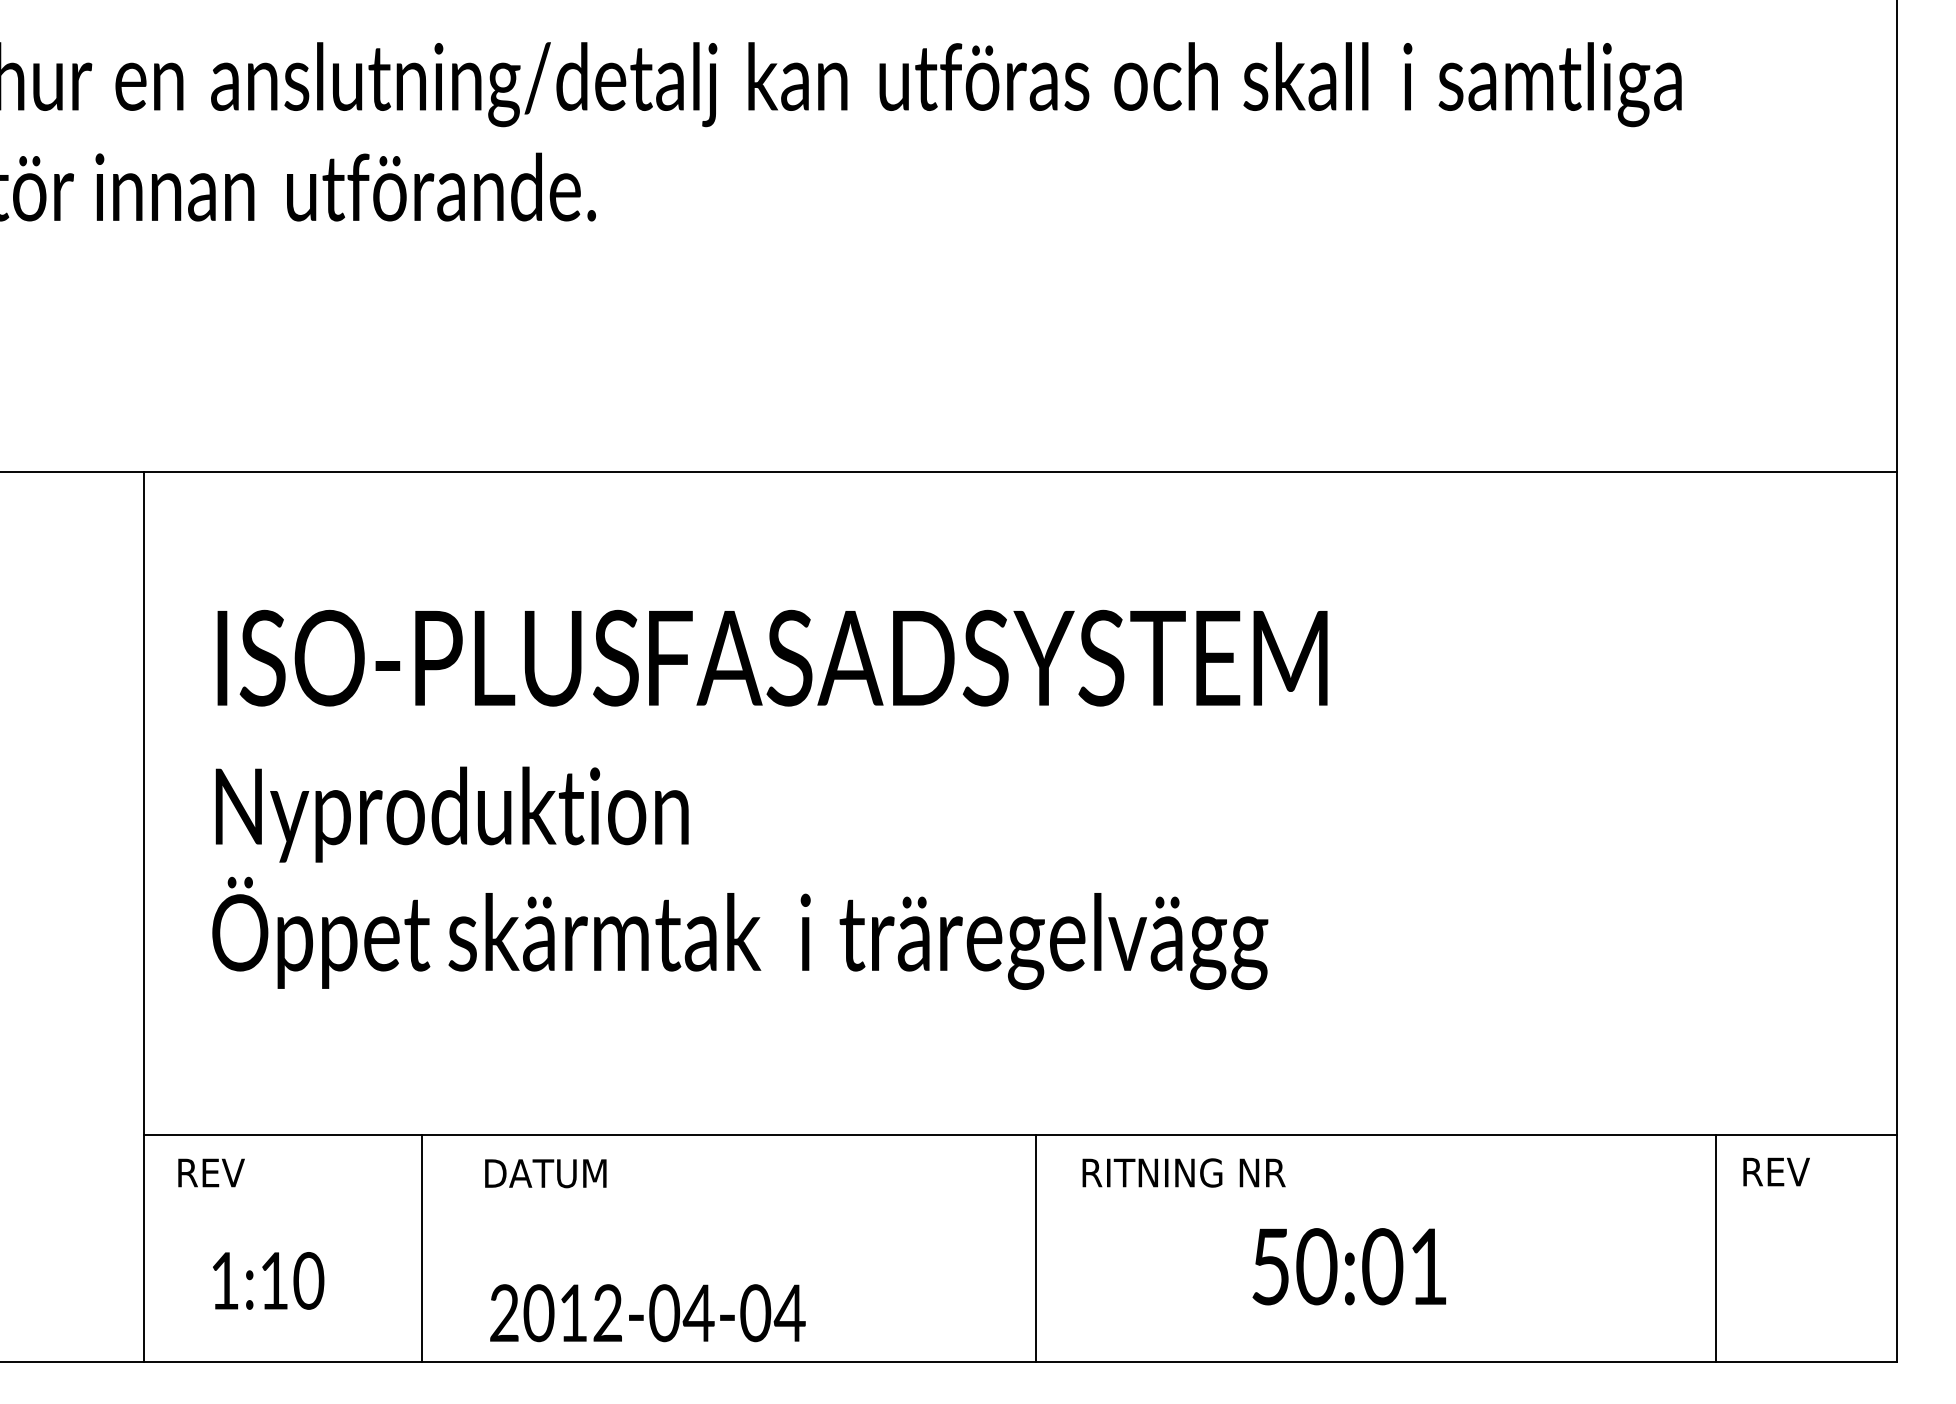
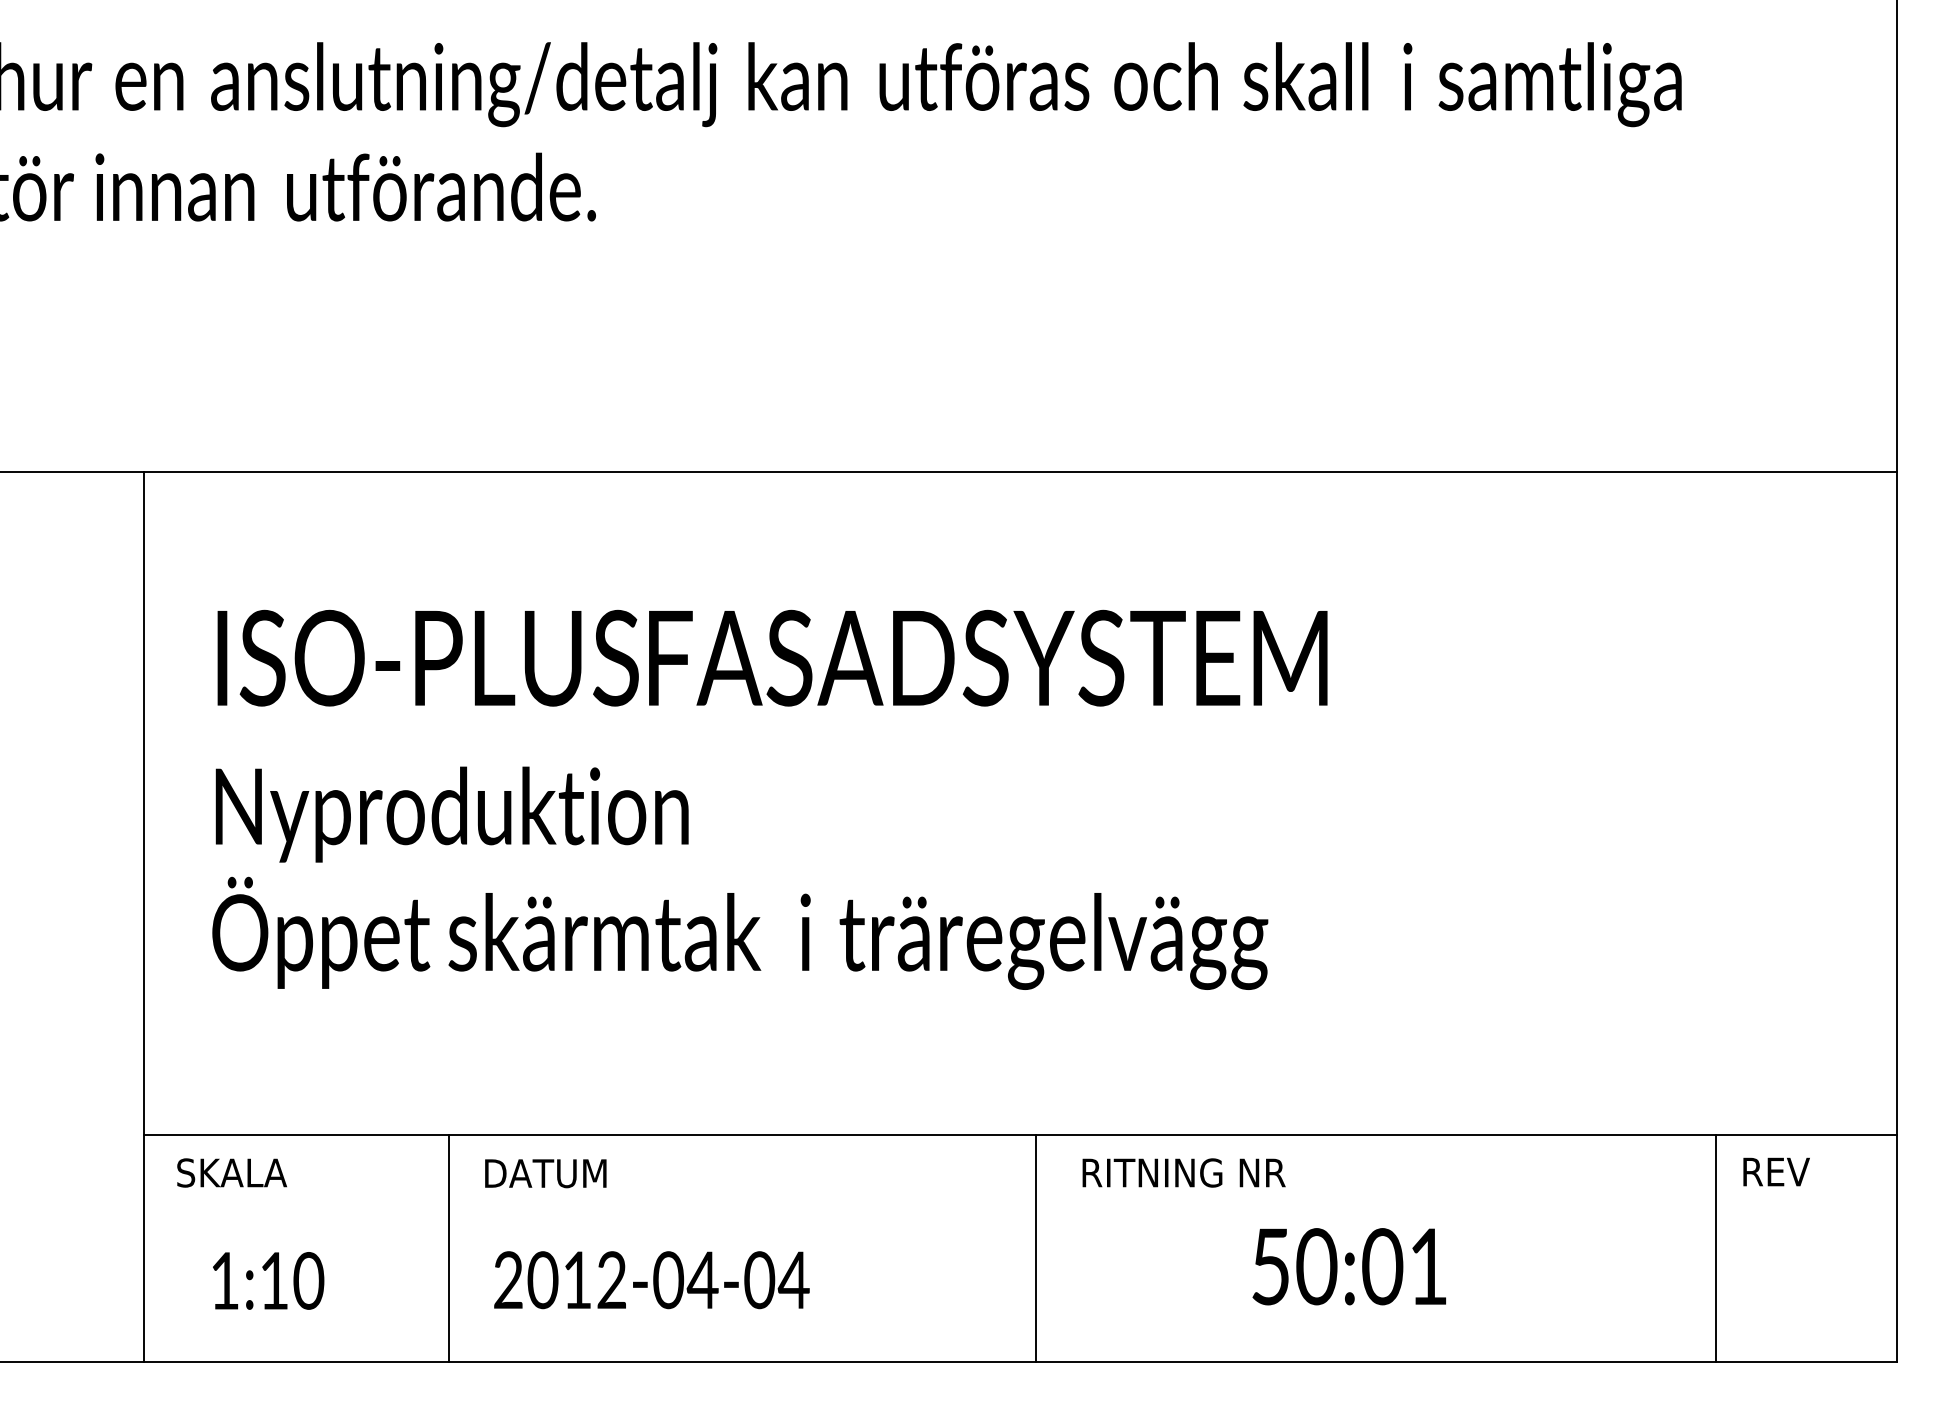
text at (232, 1172): REV -> SKALA
line at (422, 1247) position: (422, 1247) -> (449, 1247)
text at (647, 1313) position: (647, 1313) -> (651, 1280)
